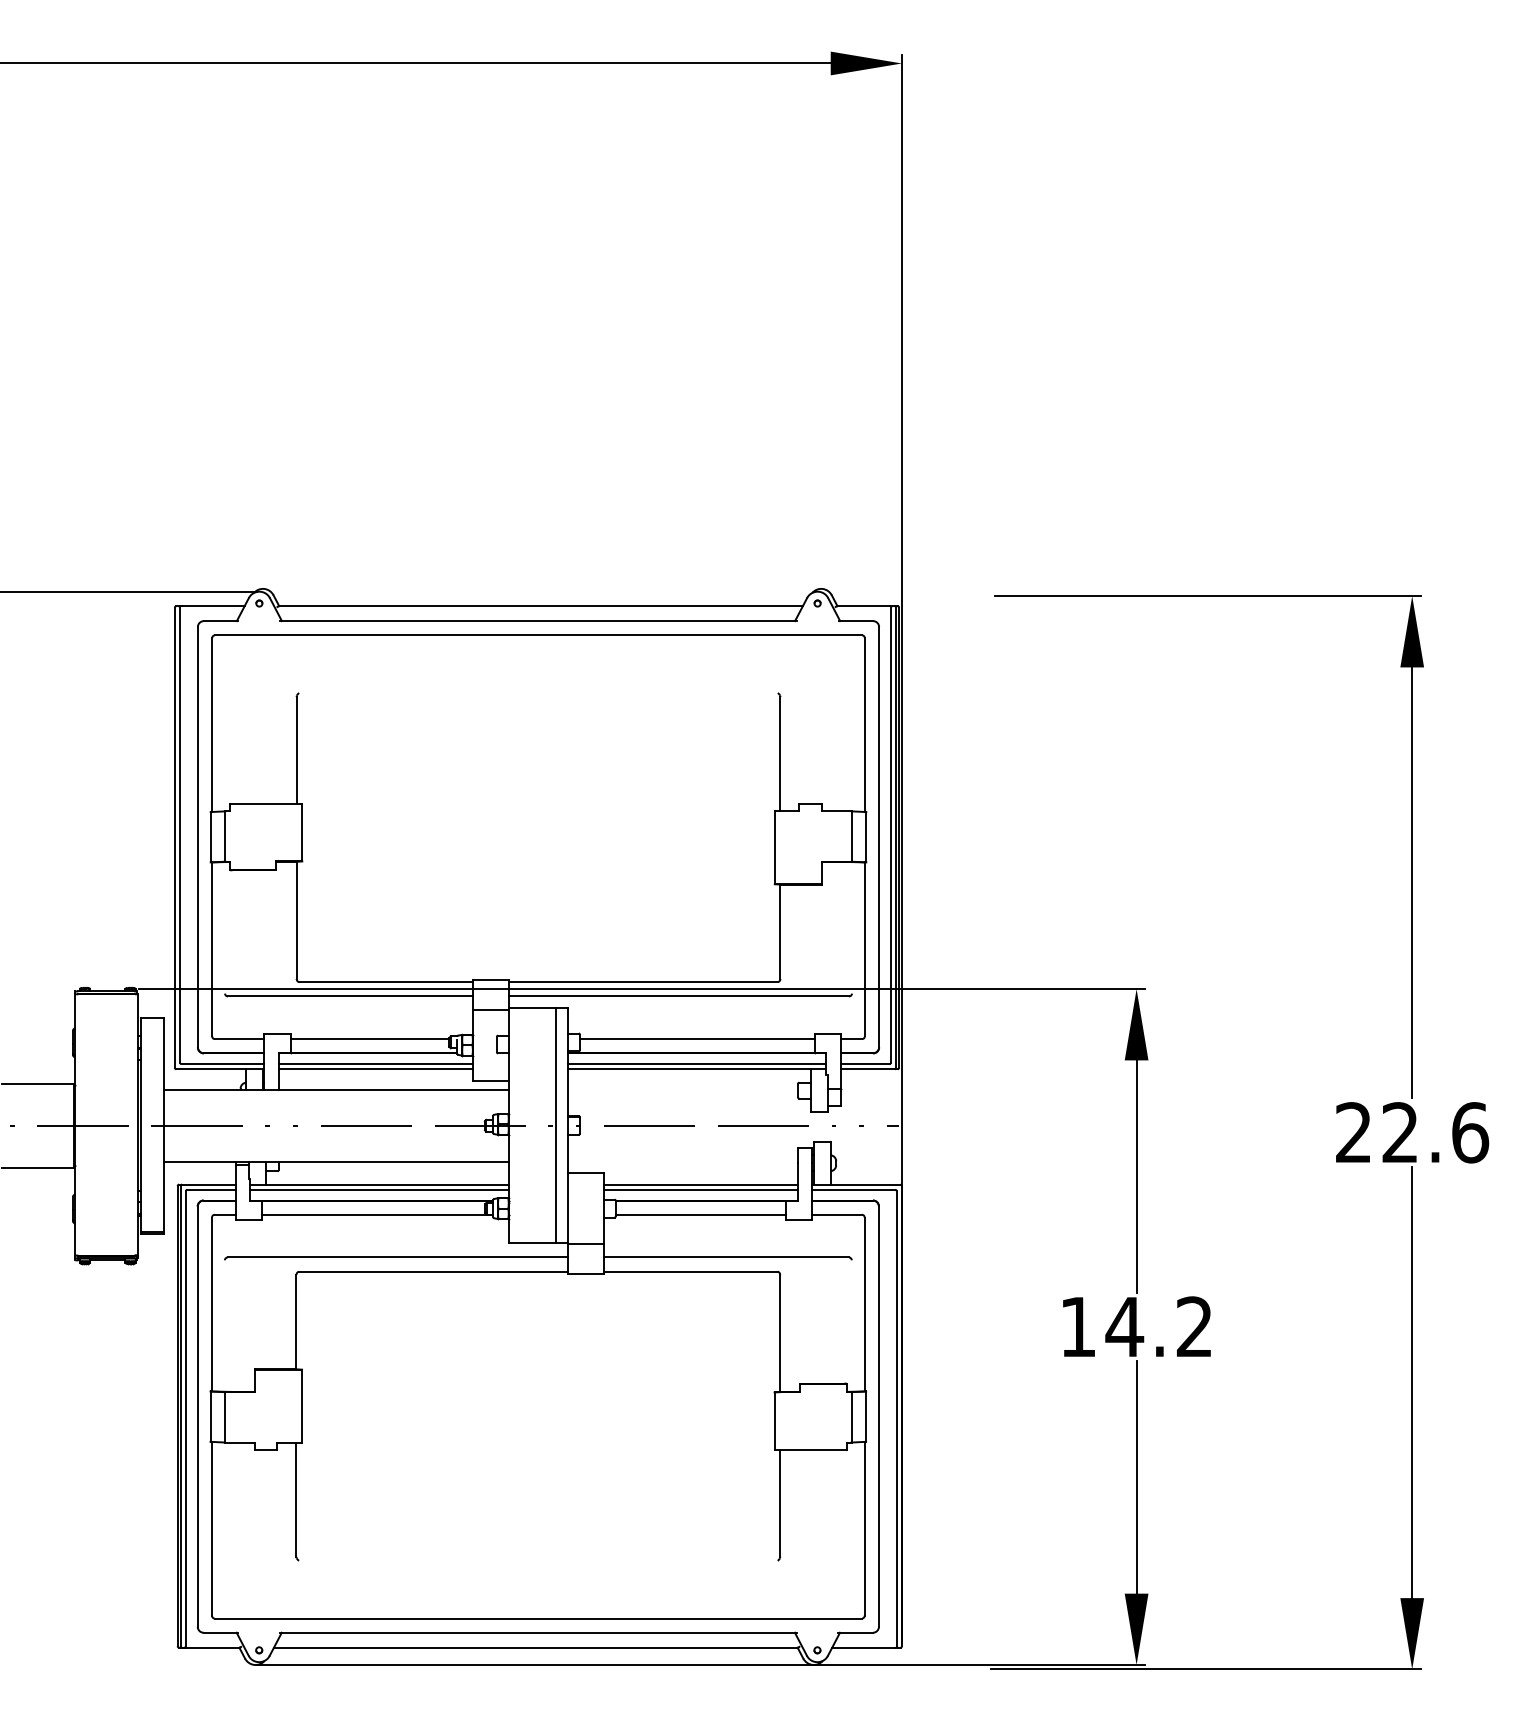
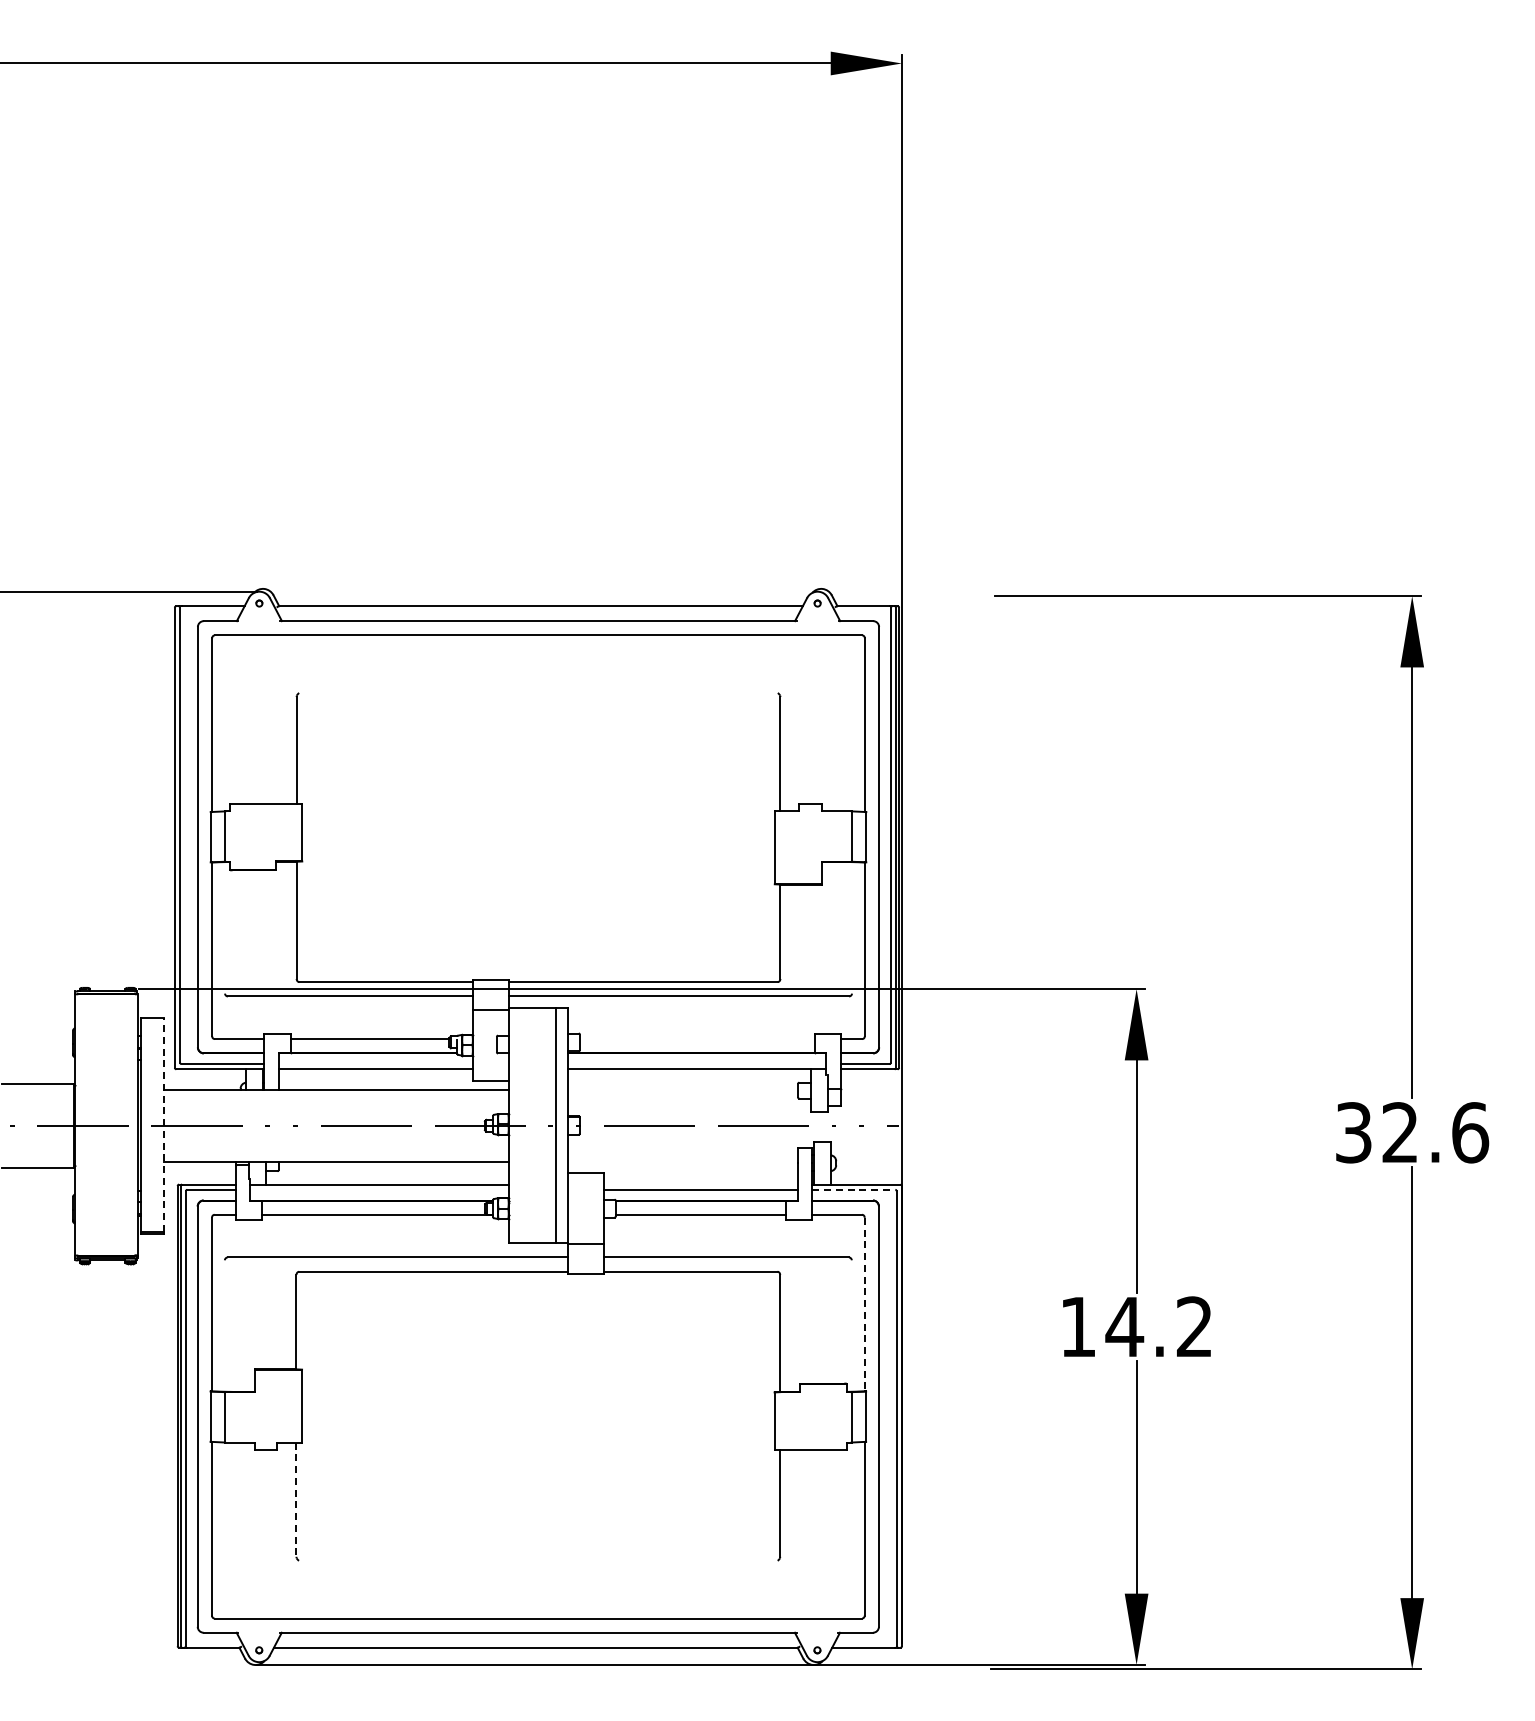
line at (696, 1039): present -> none
line at (375, 1064): present -> none
line at (697, 1064): present -> none
line at (164, 1124): solid -> dashed
text at (1353, 1132): 22.6 -> 32.6
line at (700, 1184): present -> none
line at (379, 1189): present -> none
line at (854, 1189): solid -> dashed
line at (864, 1304): solid -> dashed
line at (296, 1500): solid -> dashed
